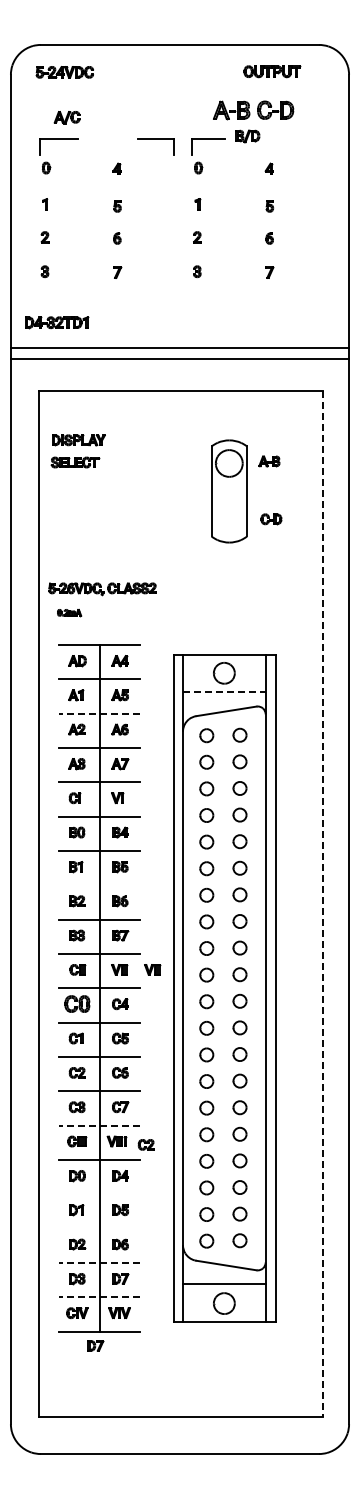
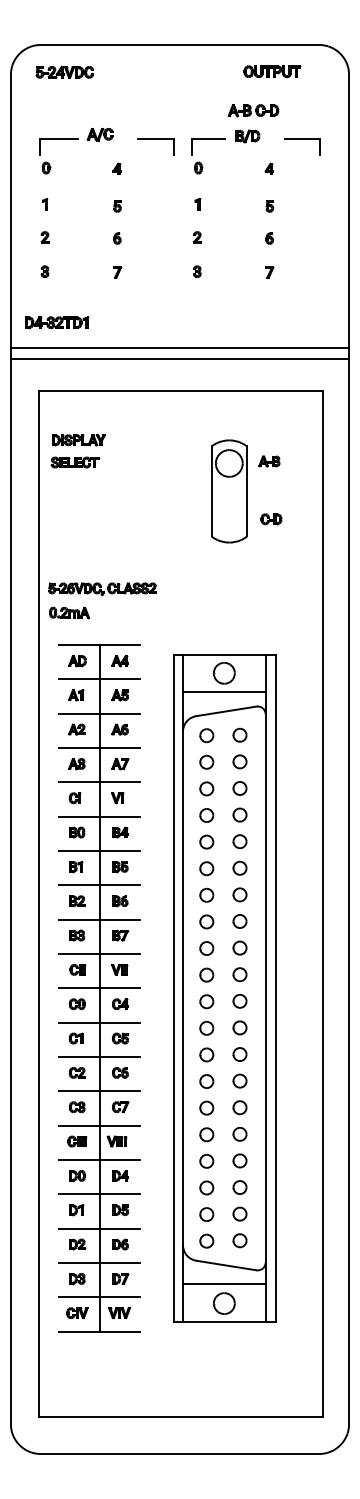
part at (253, 110) size: 82x21 px -> 53x14 px
part at (66, 117) position: (66, 117) -> (99, 134)
part at (302, 139): none -> present
part at (69, 612) size: 26x10 px -> 41x14 px
line at (224, 692): dashed -> solid
line at (99, 713): dashed -> solid
line at (99, 885): none -> present
line at (322, 903): dashed -> solid
part at (152, 969): present -> none
part at (77, 1003) size: 27x18 px -> 18x13 px
line at (99, 1125): dashed -> solid
part at (145, 1144): present -> none
line at (99, 1194): none -> present
line at (99, 1228): none -> present
line at (99, 1262): dashed -> solid
line at (99, 1297): dashed -> solid
part at (95, 1345): present -> none
